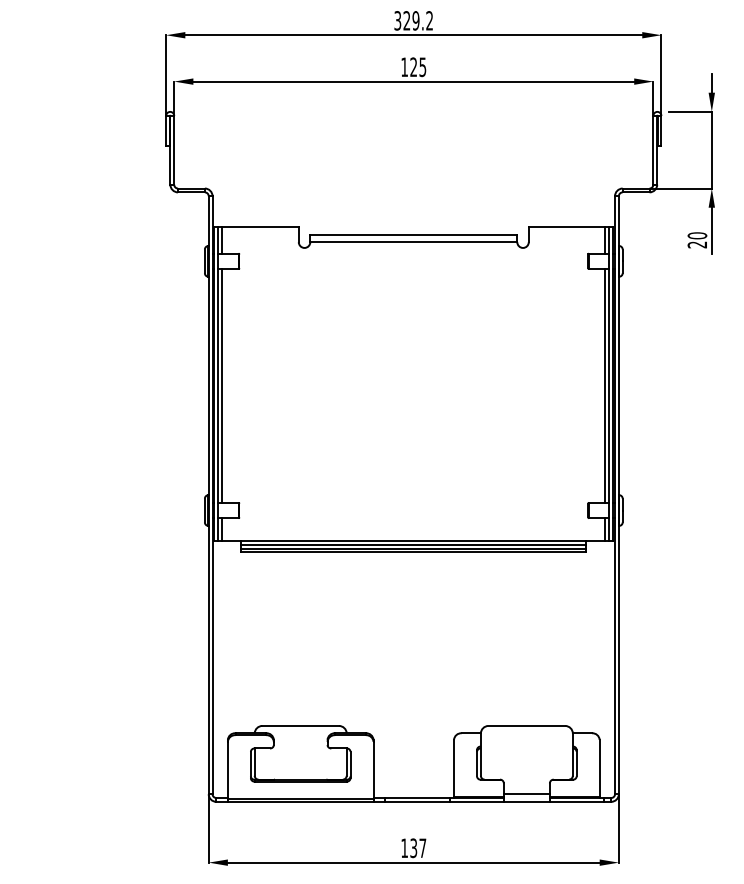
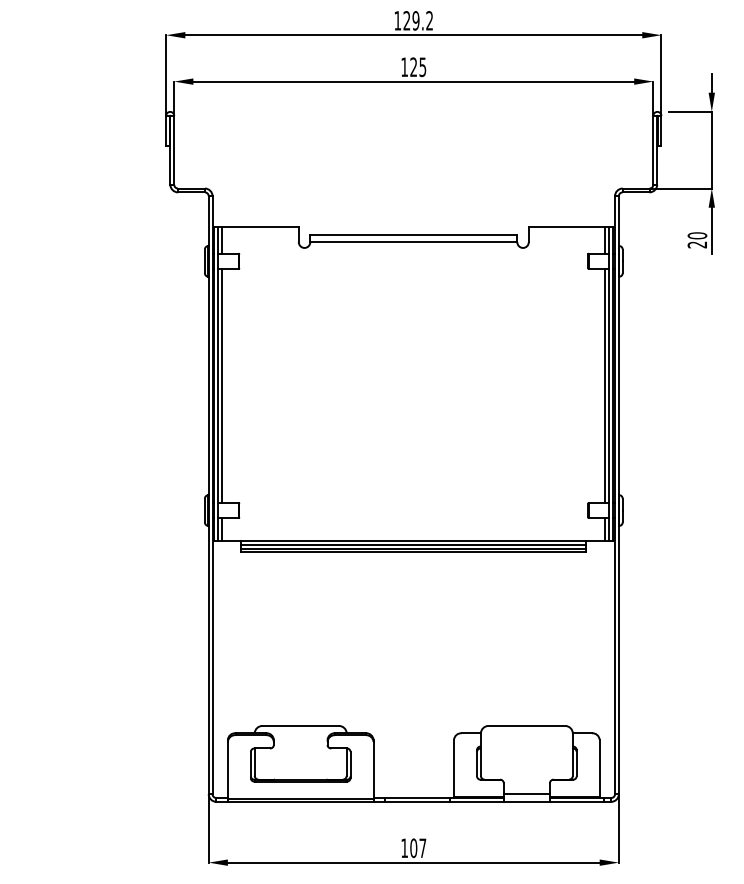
text at (397, 20): 329.2 -> 129.2
text at (413, 848): 137 -> 107
